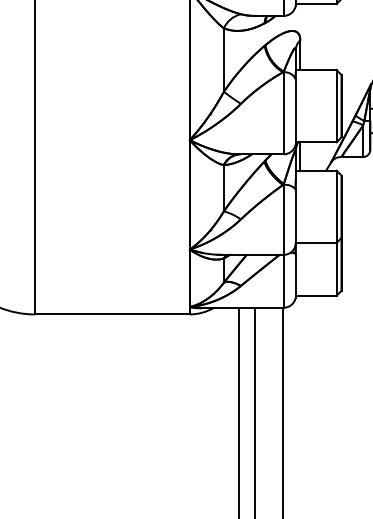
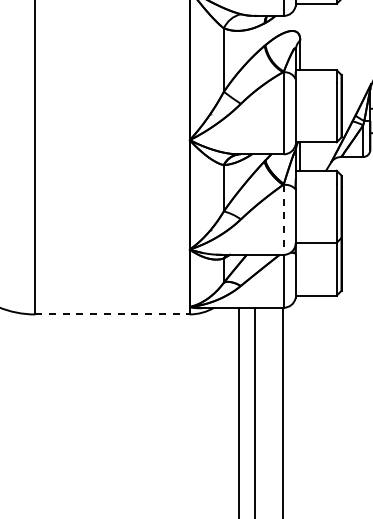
line at (283, 219): solid -> dashed
line at (113, 314): solid -> dashed
